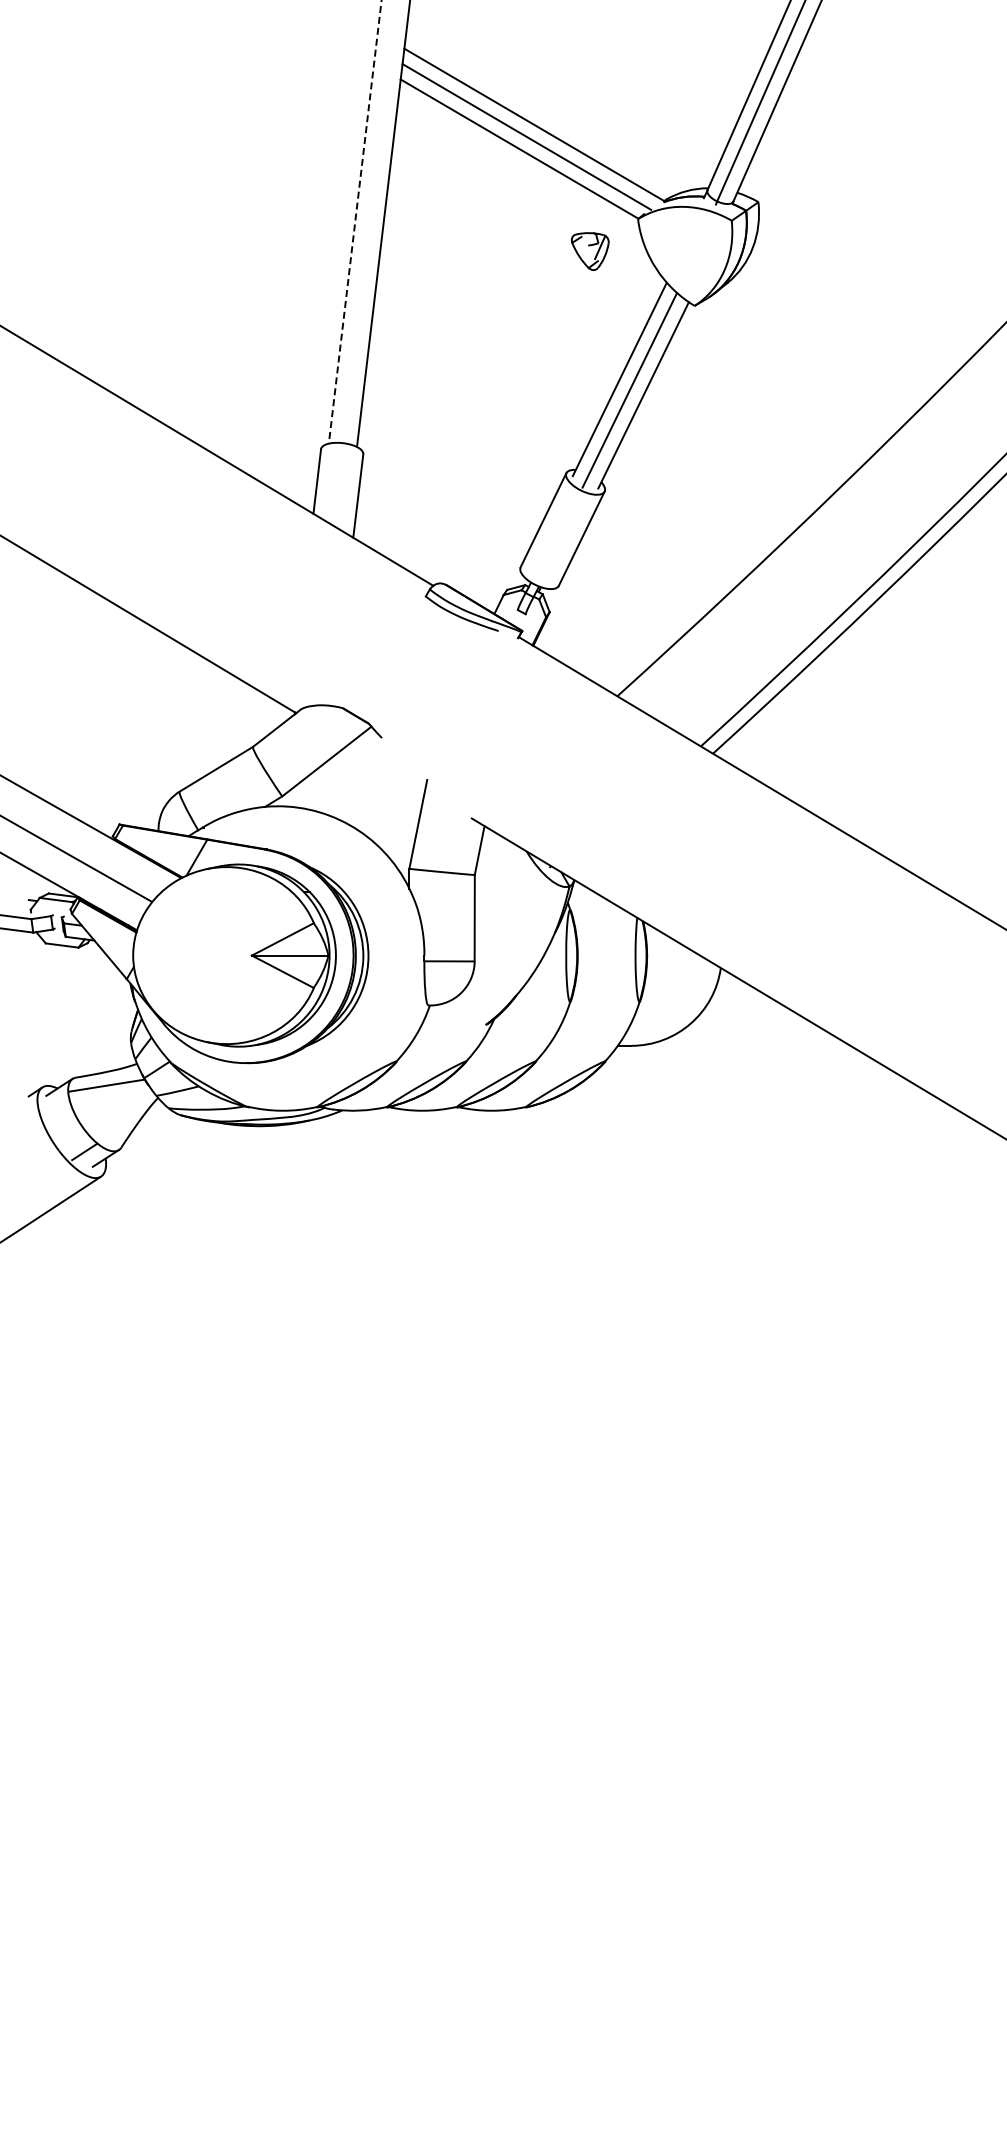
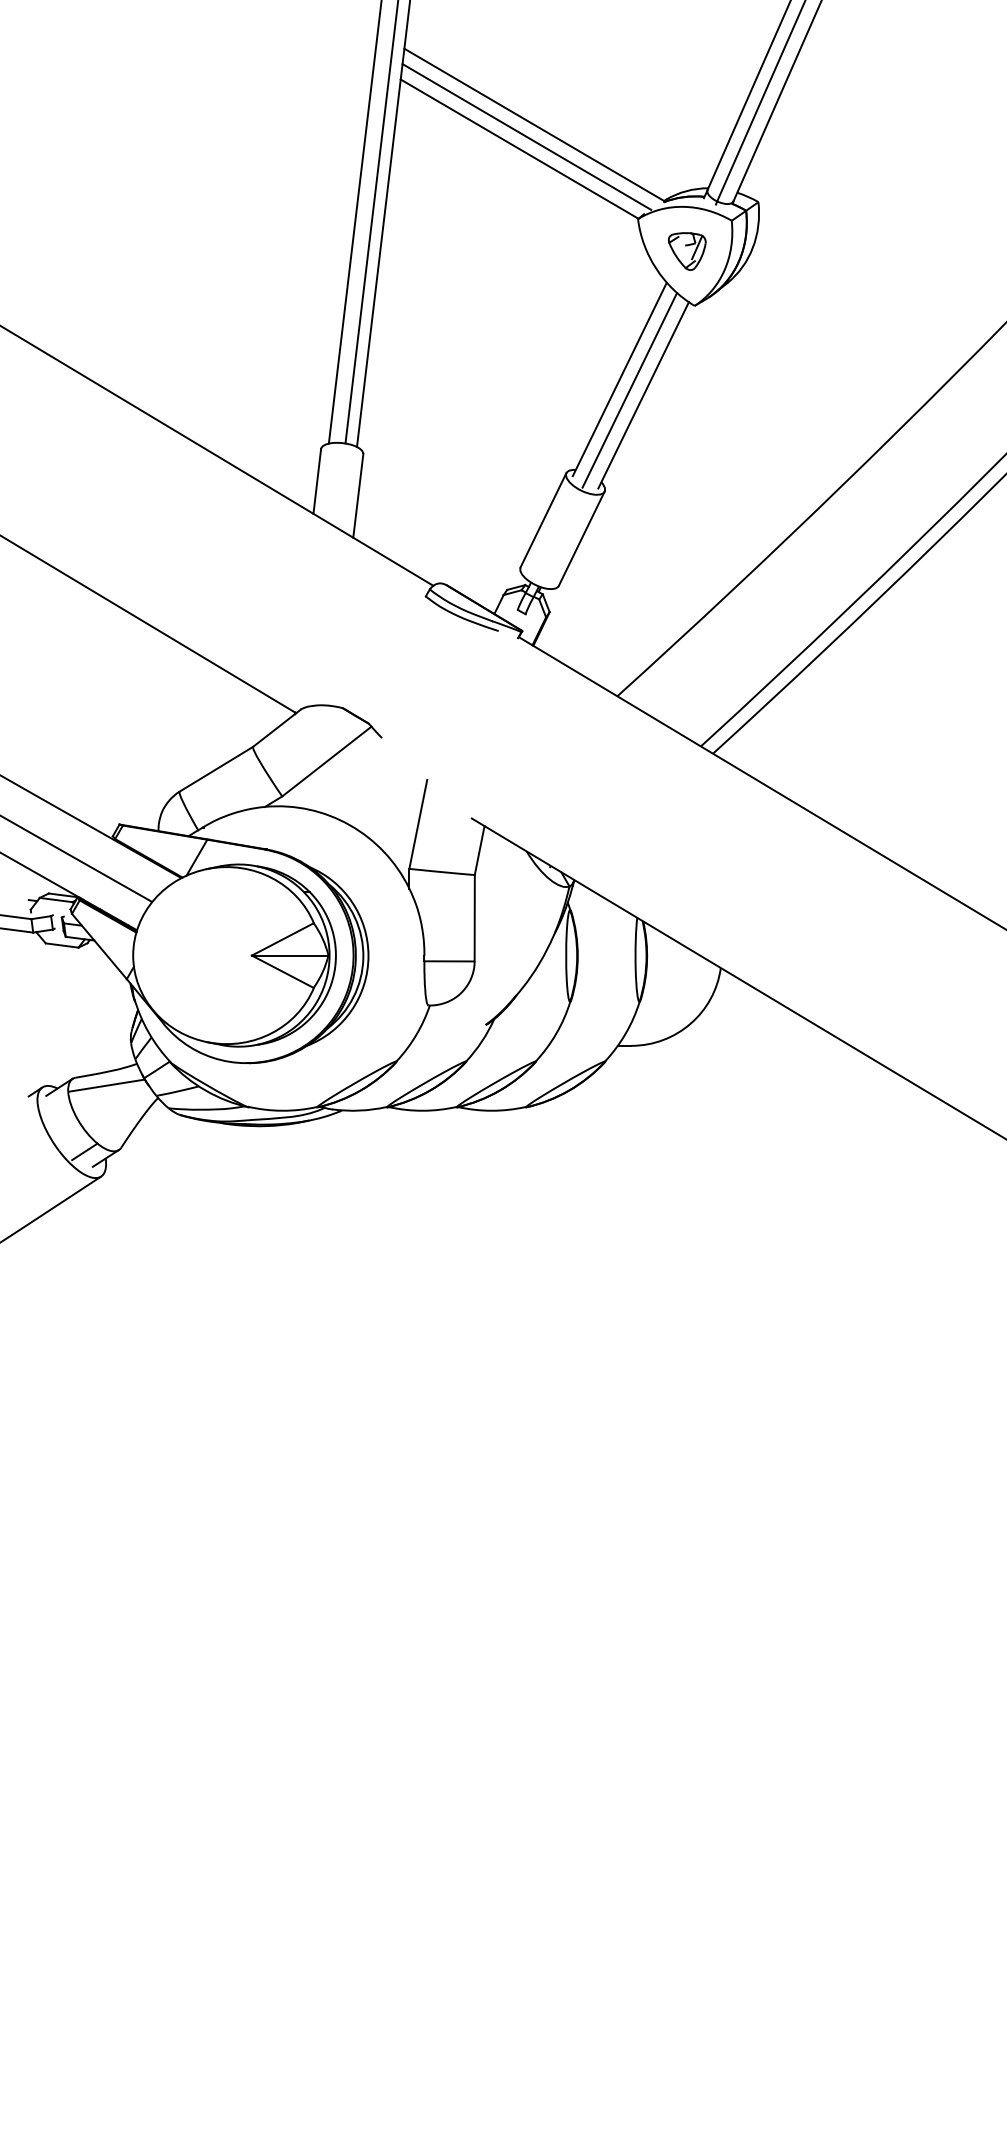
line at (355, 222): dashed -> solid
line at (371, 222): none -> present
part at (590, 251) position: (590, 251) -> (687, 251)
